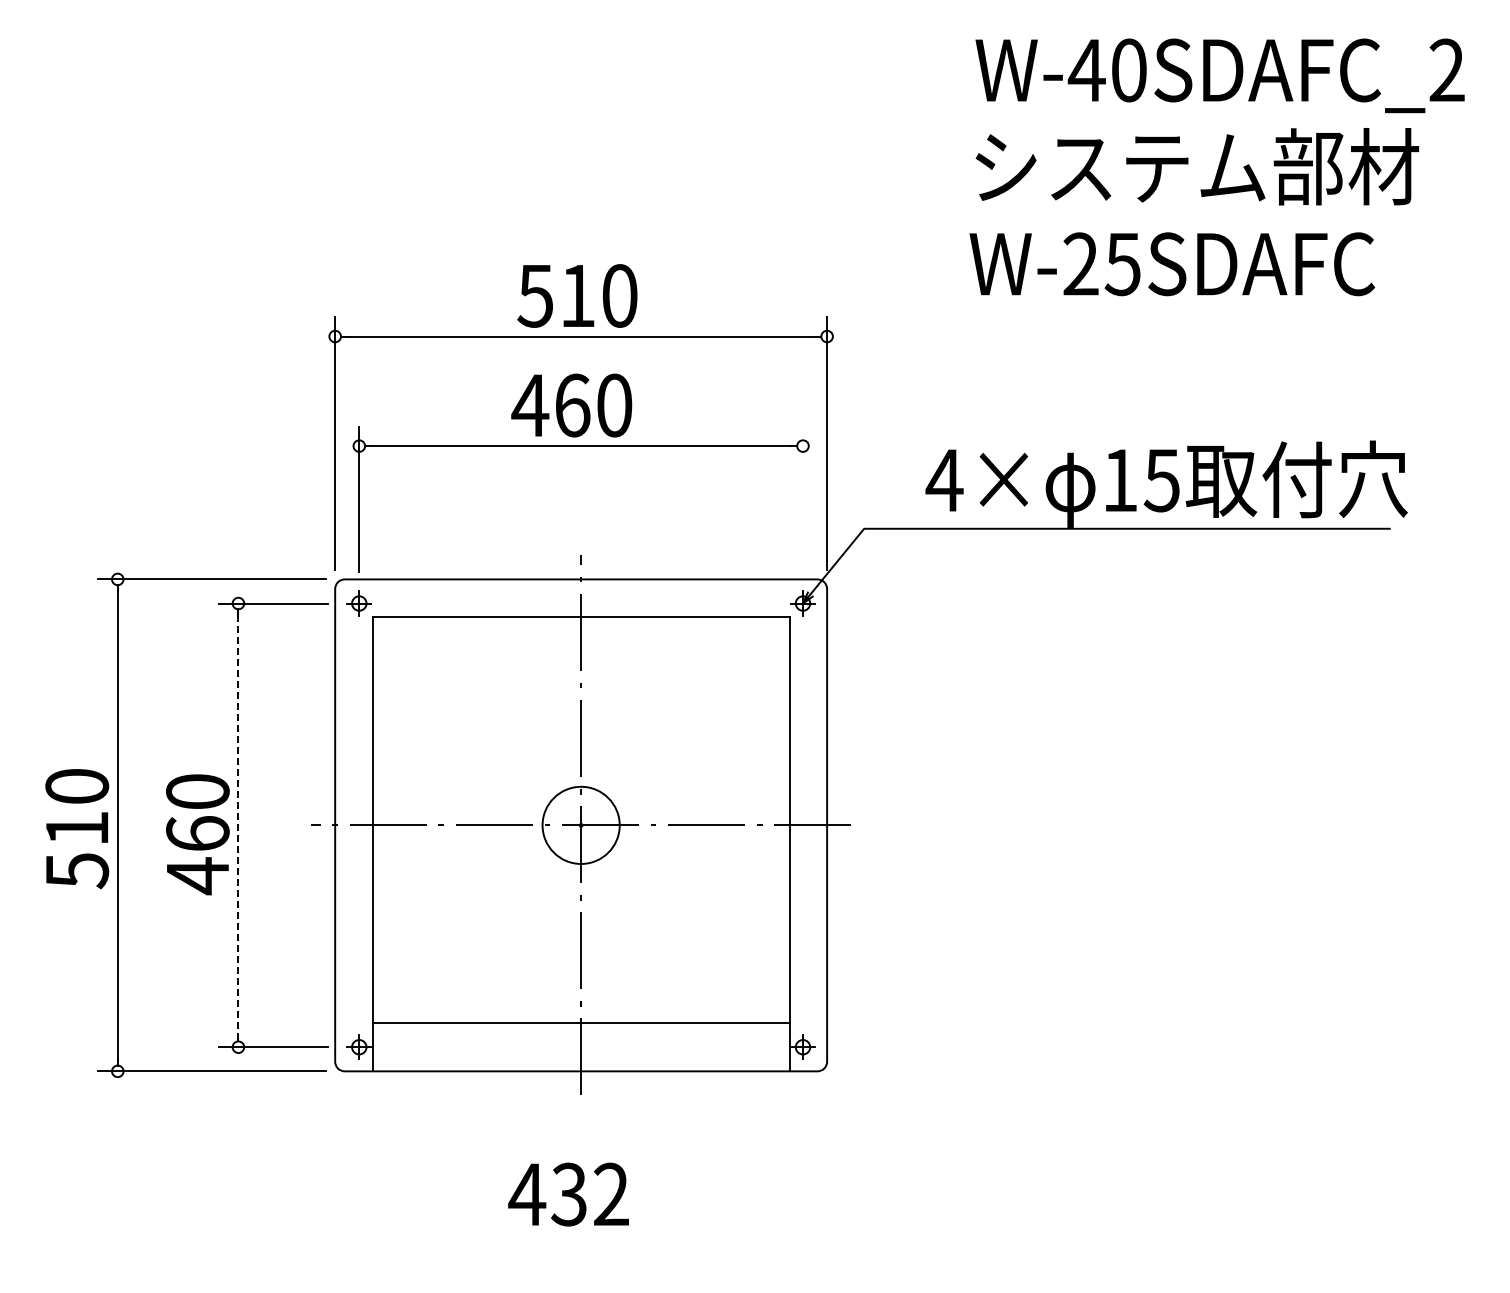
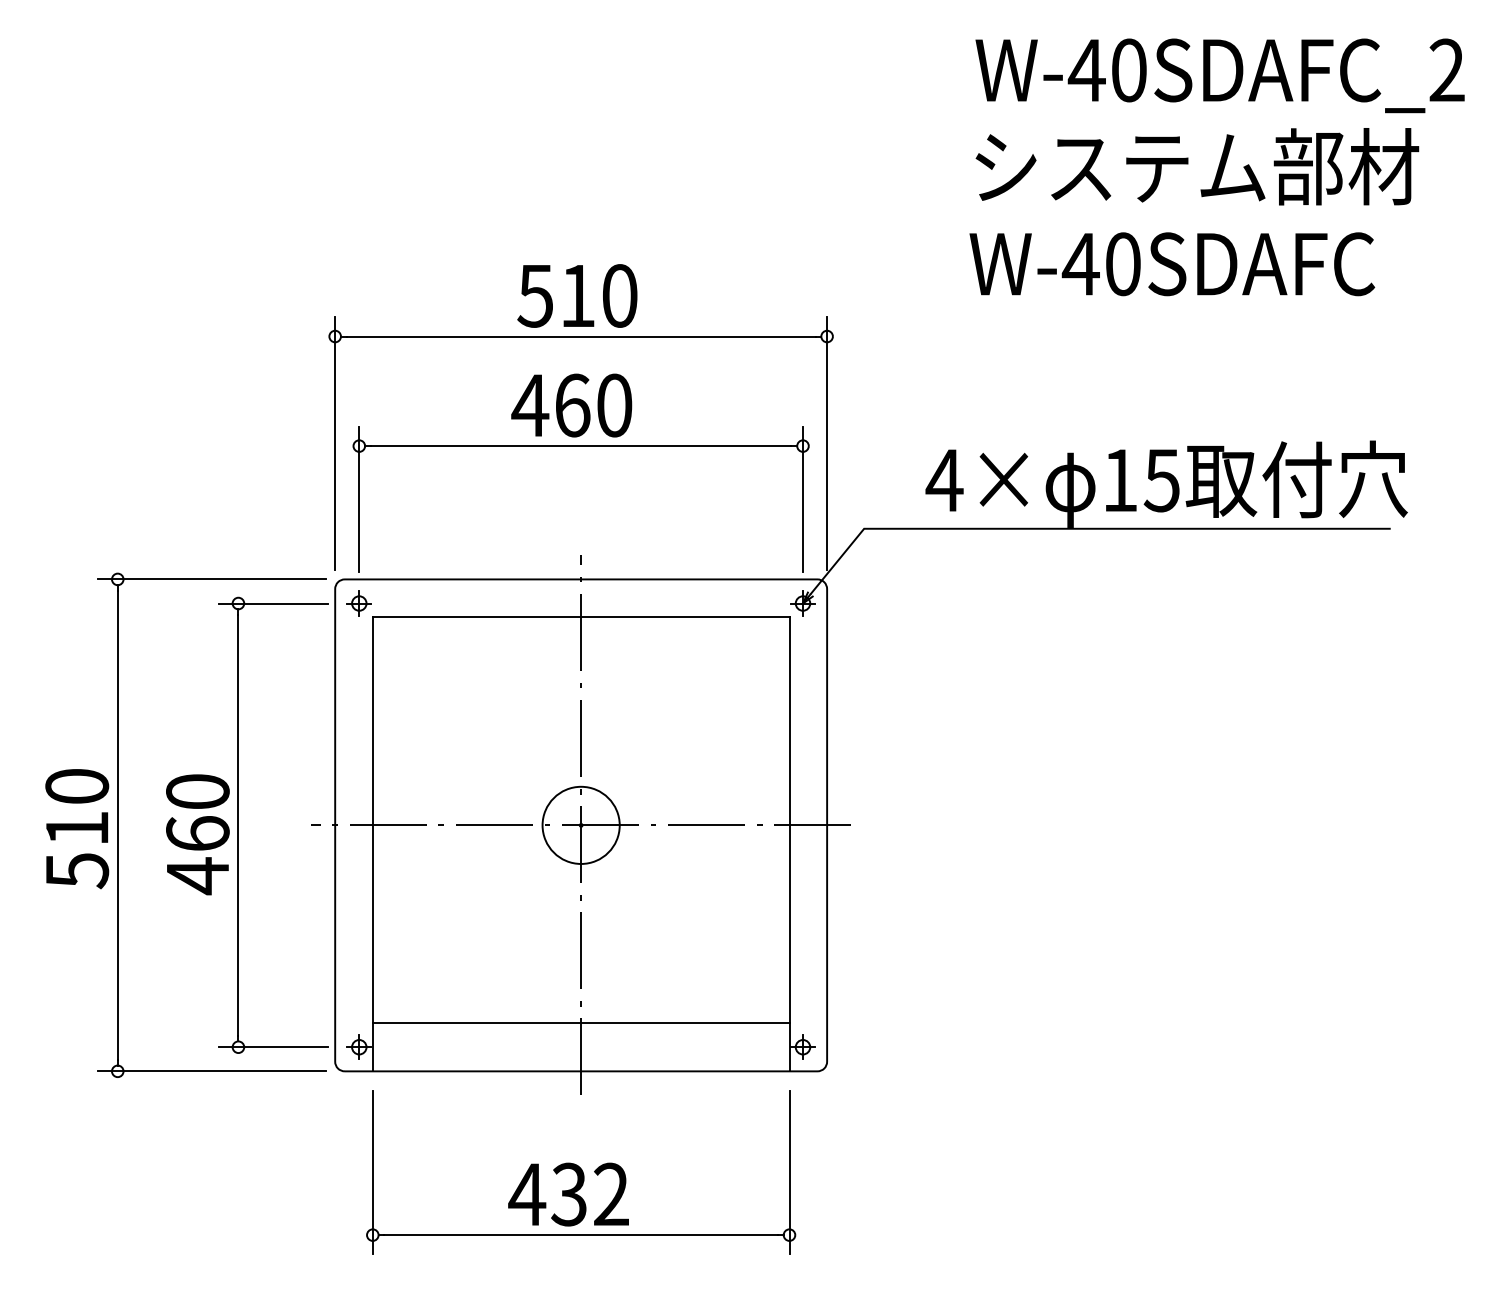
text at (1100, 264): W-25SDAFC -> W-40SDAFC
line at (803, 499): none -> present
line at (238, 825): dashed -> solid
part at (581, 1234): none -> present
